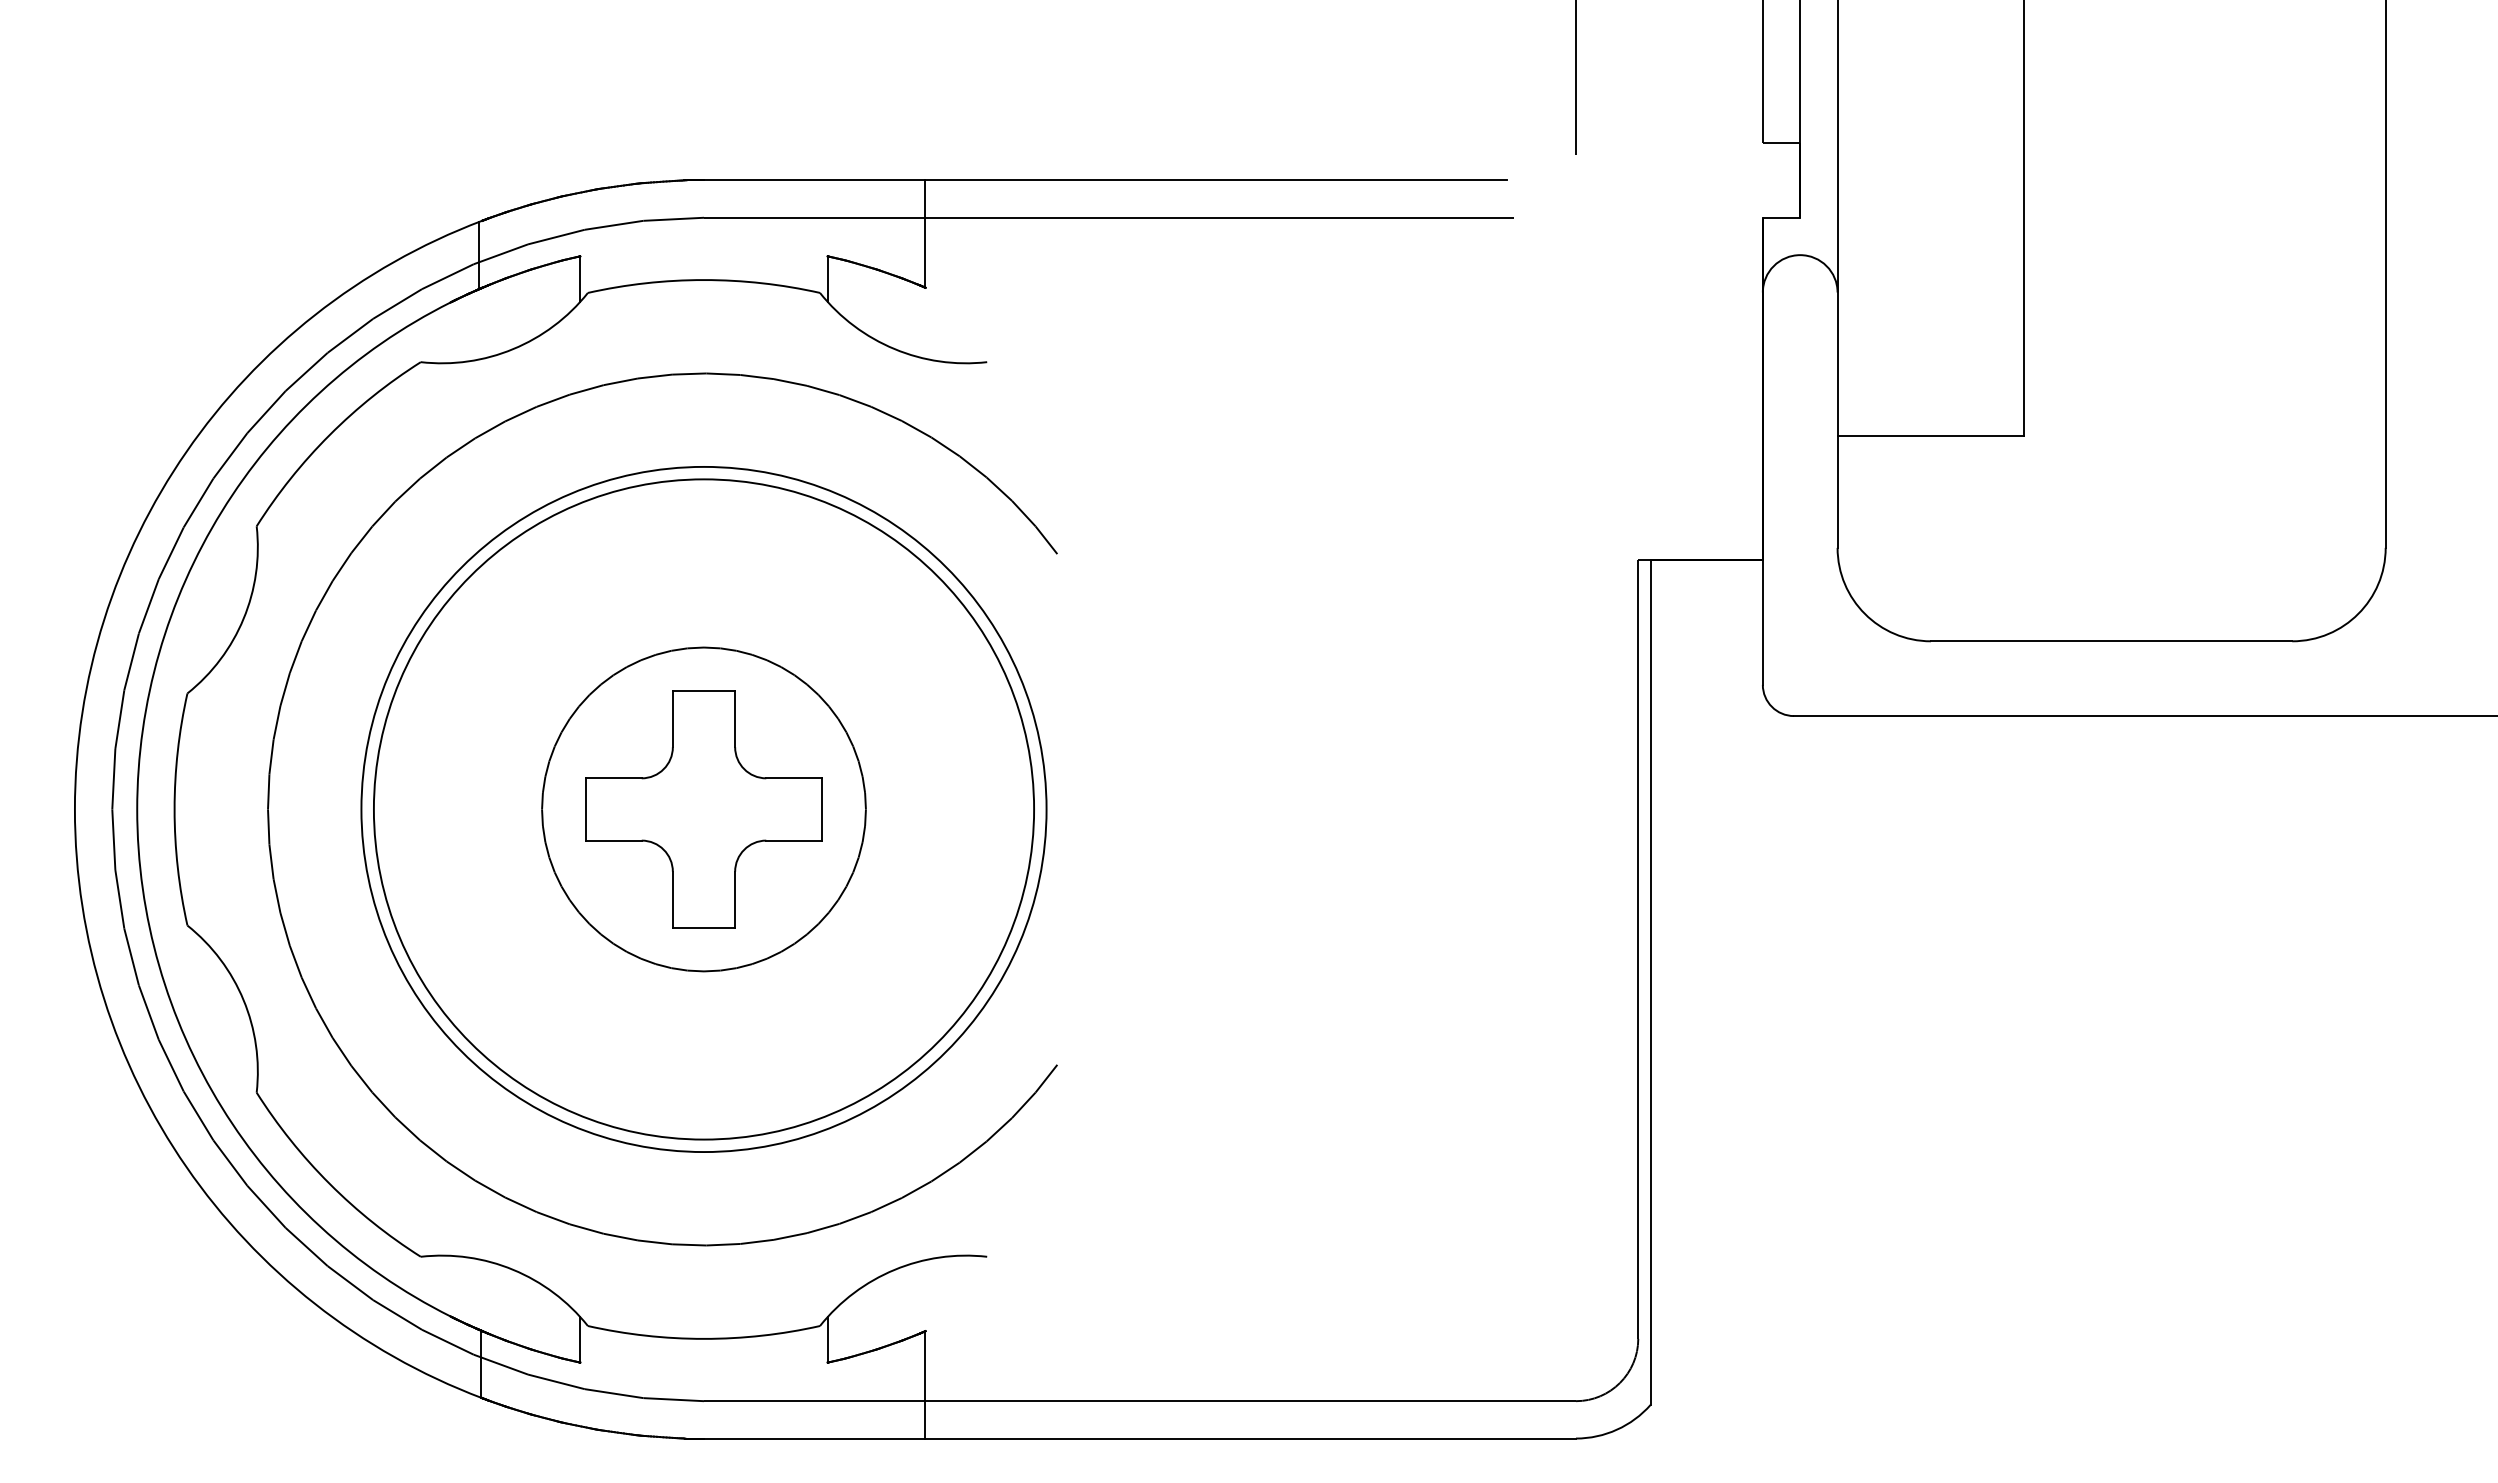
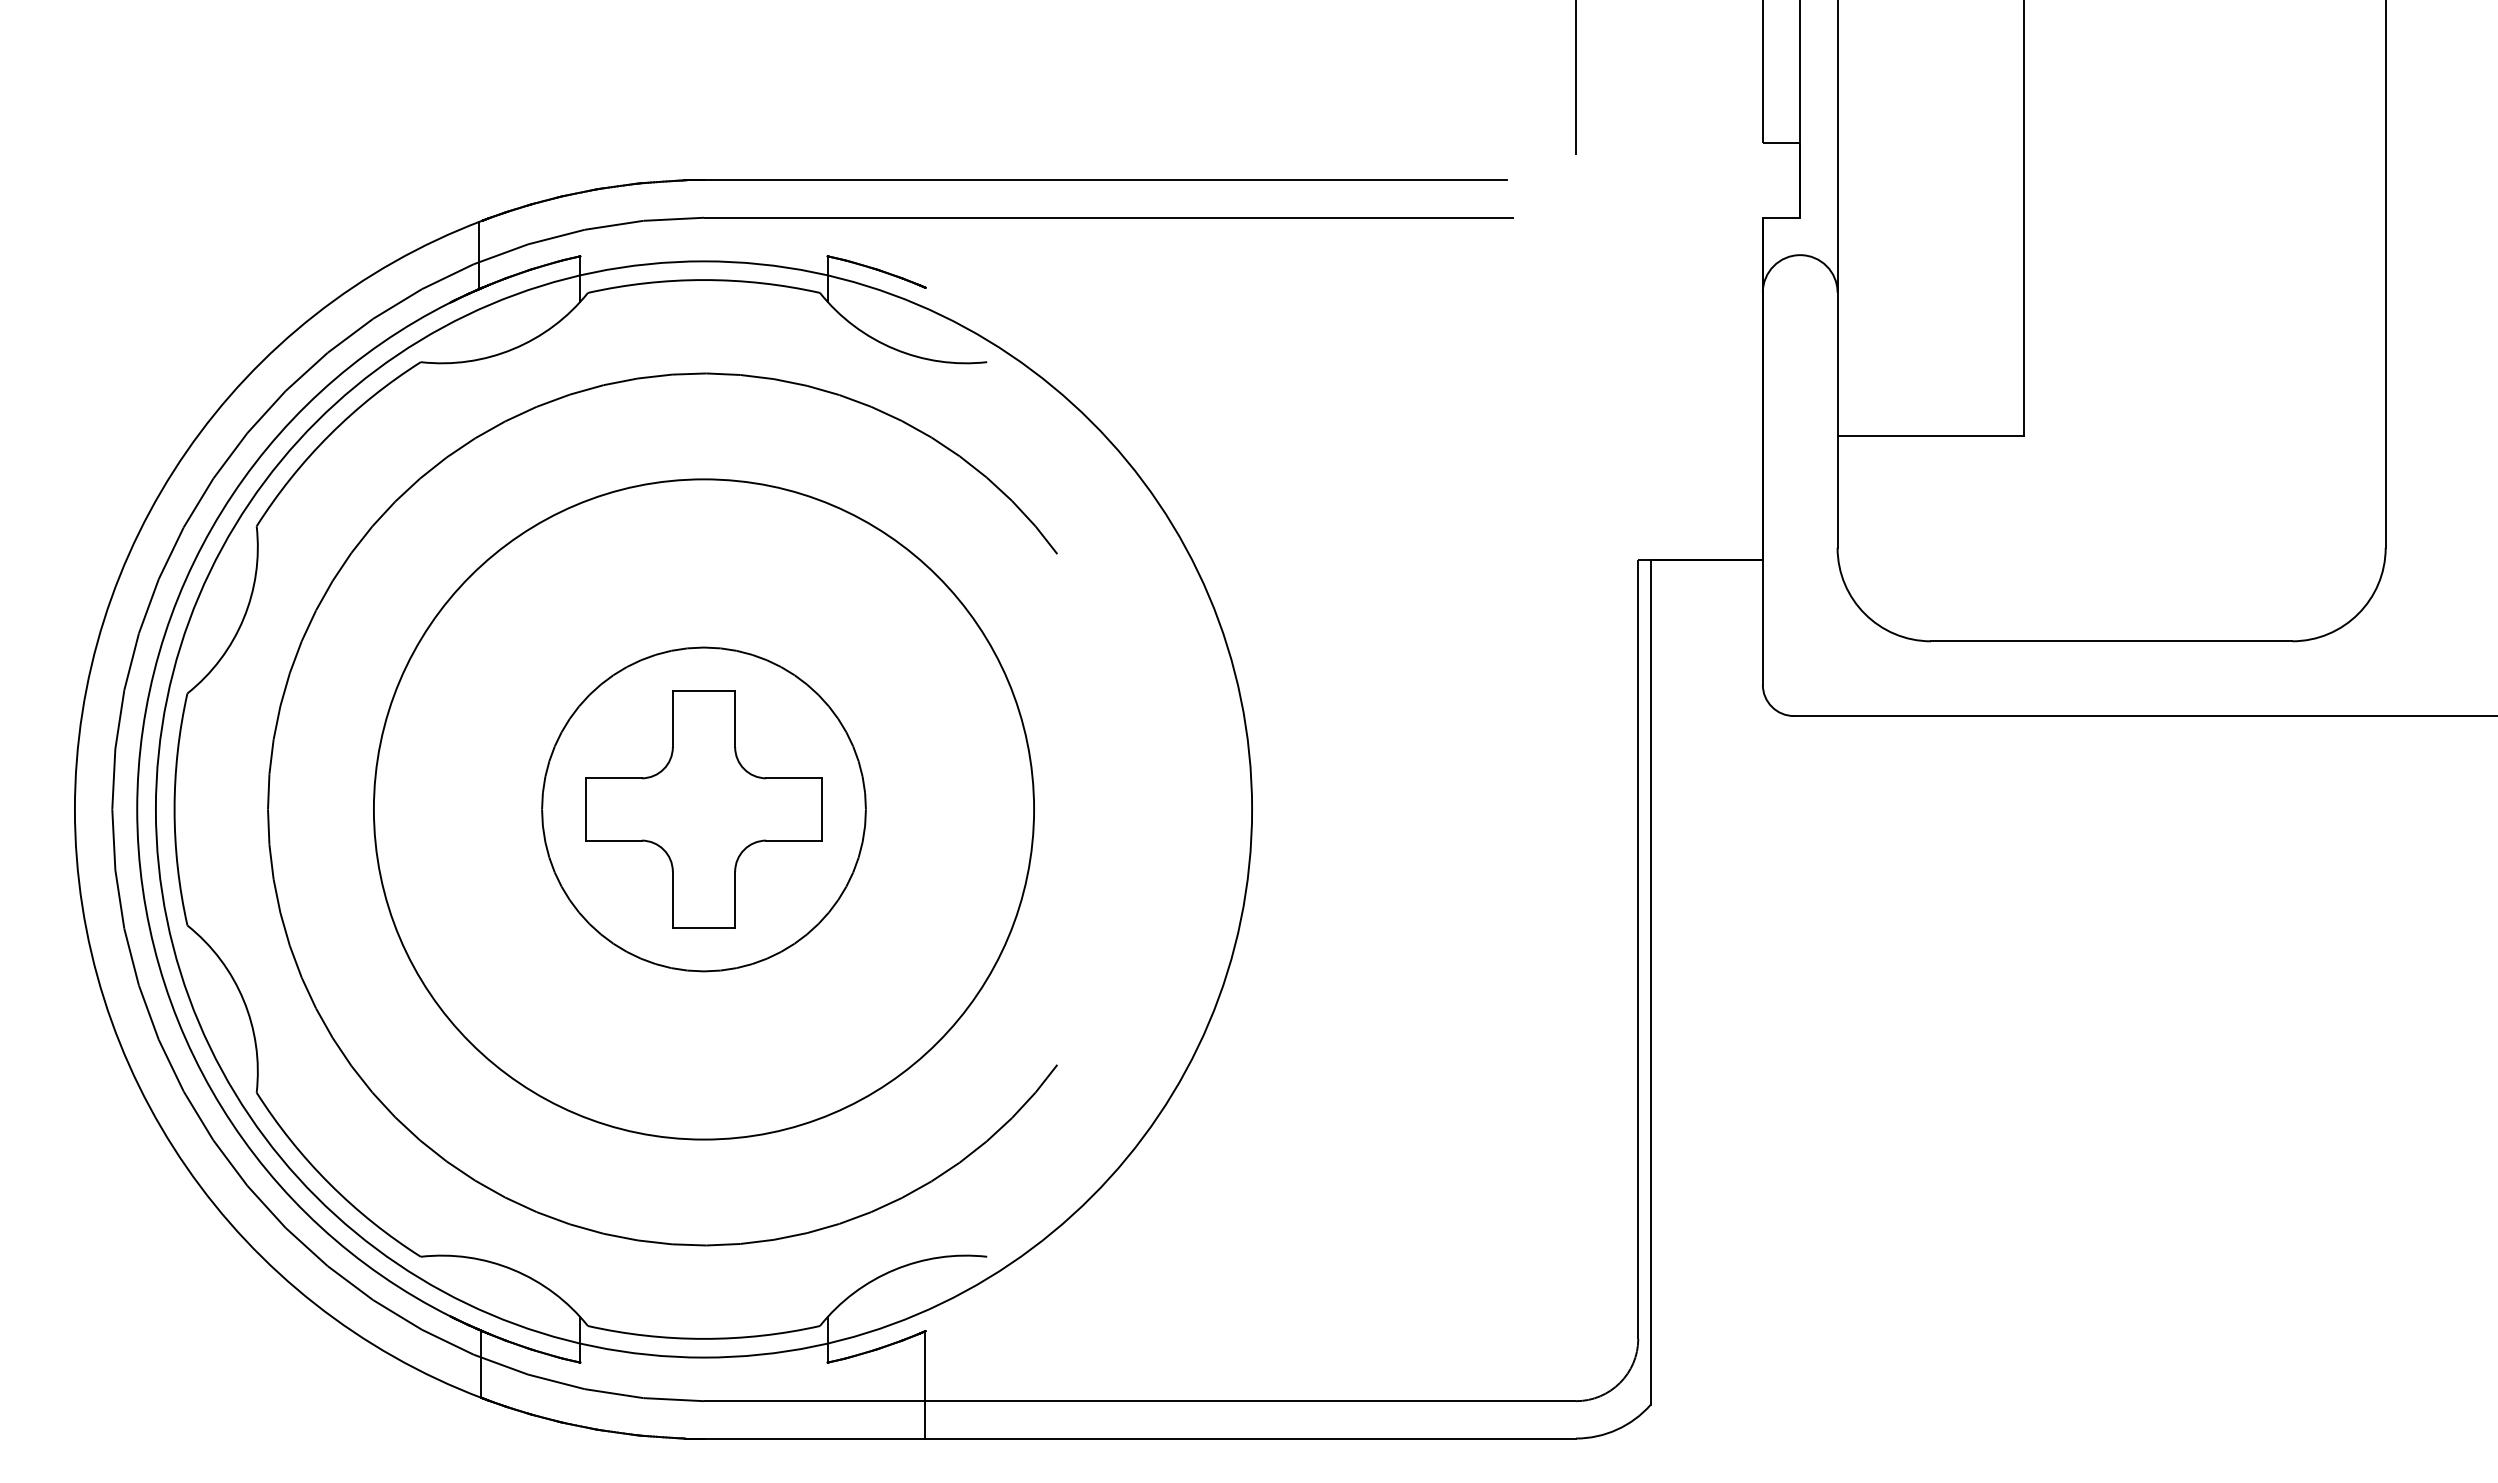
line at (924, 233): present -> none
circle at (703, 809) diameter: 685 px -> 1096 px
